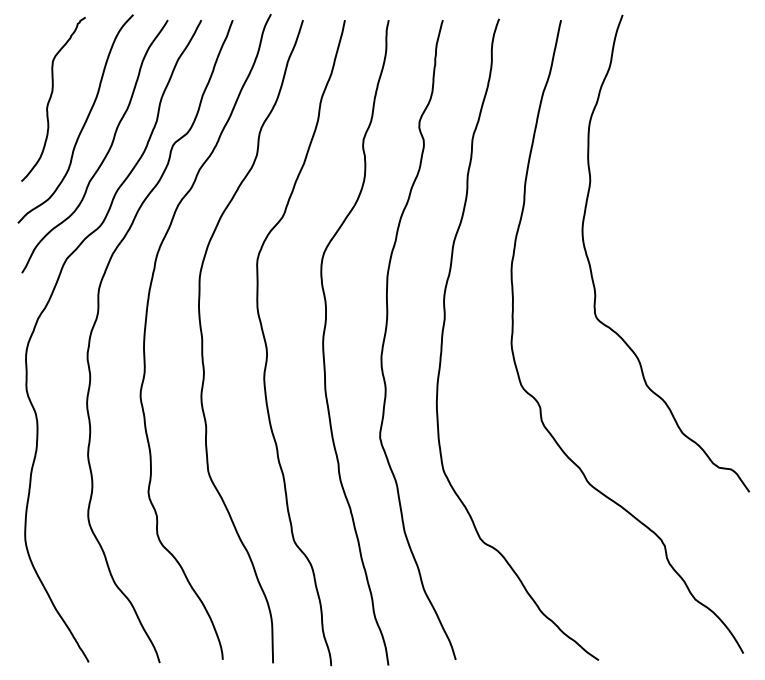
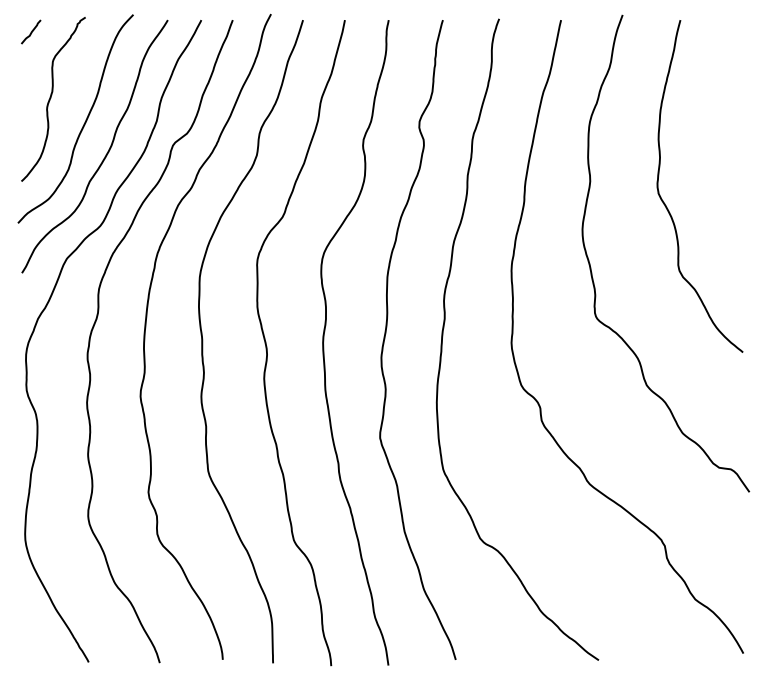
curve at (31, 31): none -> present
curve at (665, 203): none -> present
